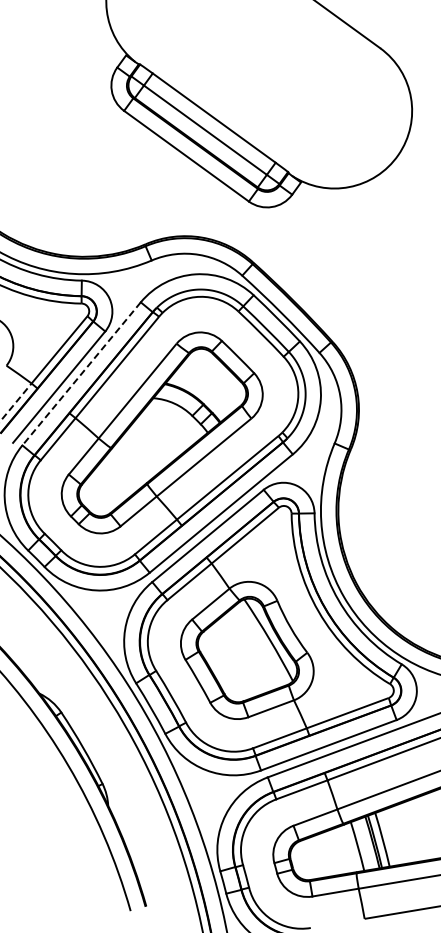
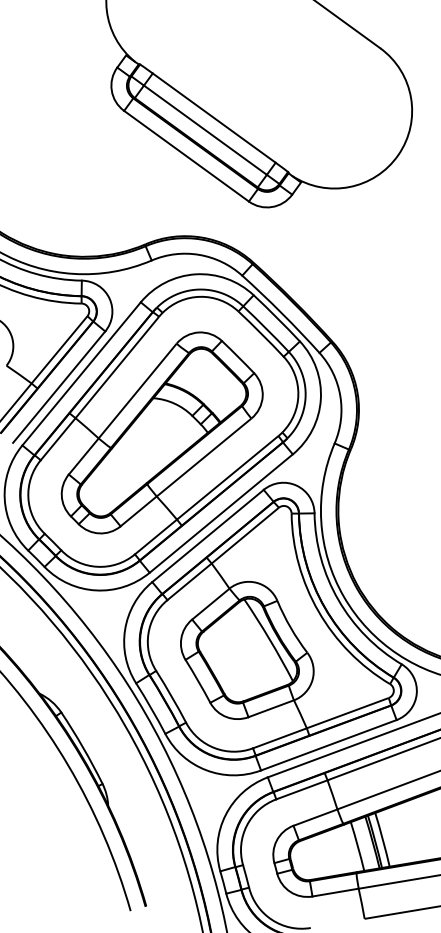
line at (81, 373): dashed -> solid
line at (15, 402): dashed -> solid
